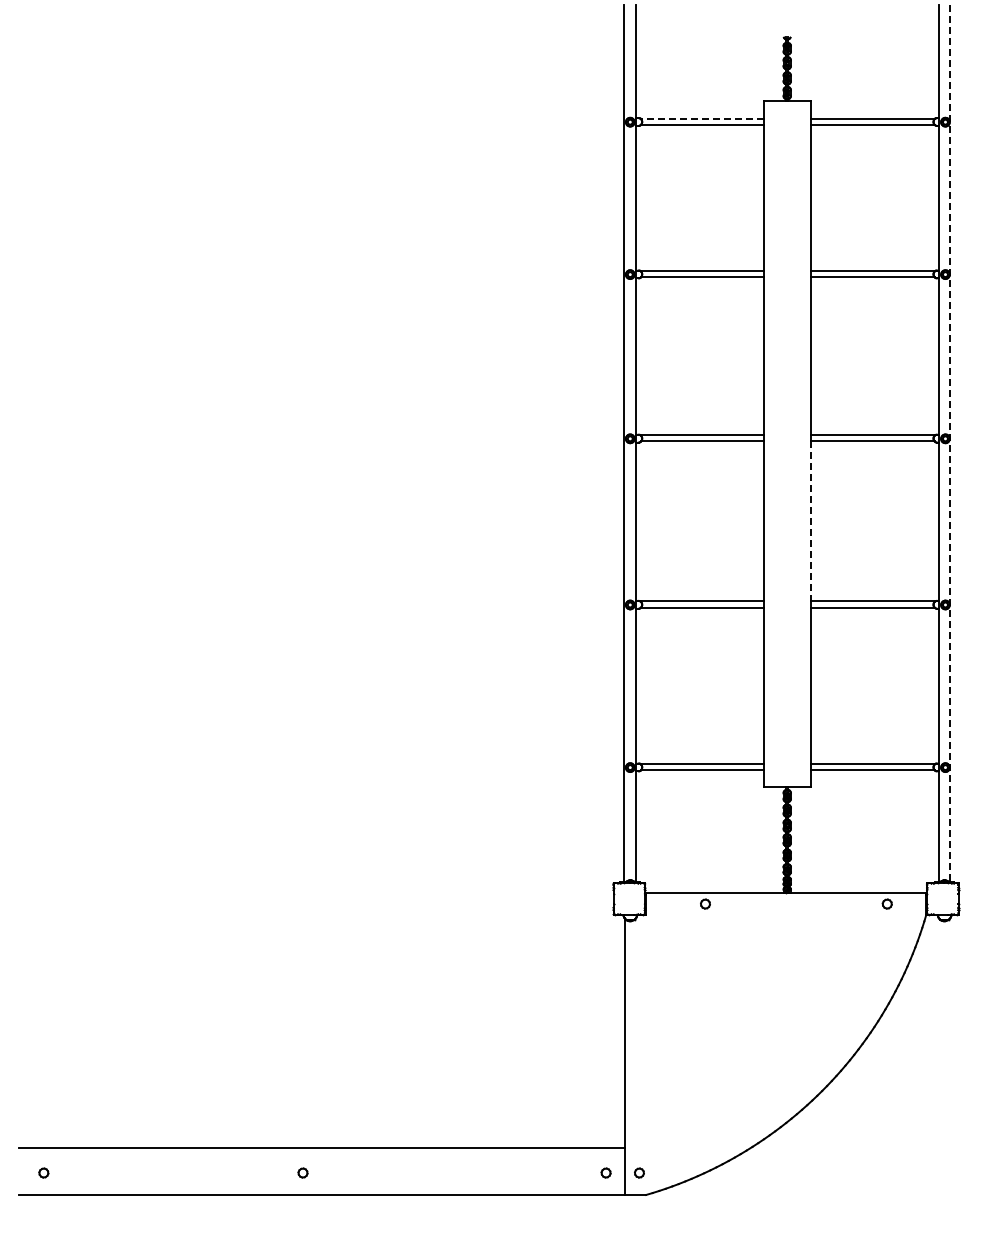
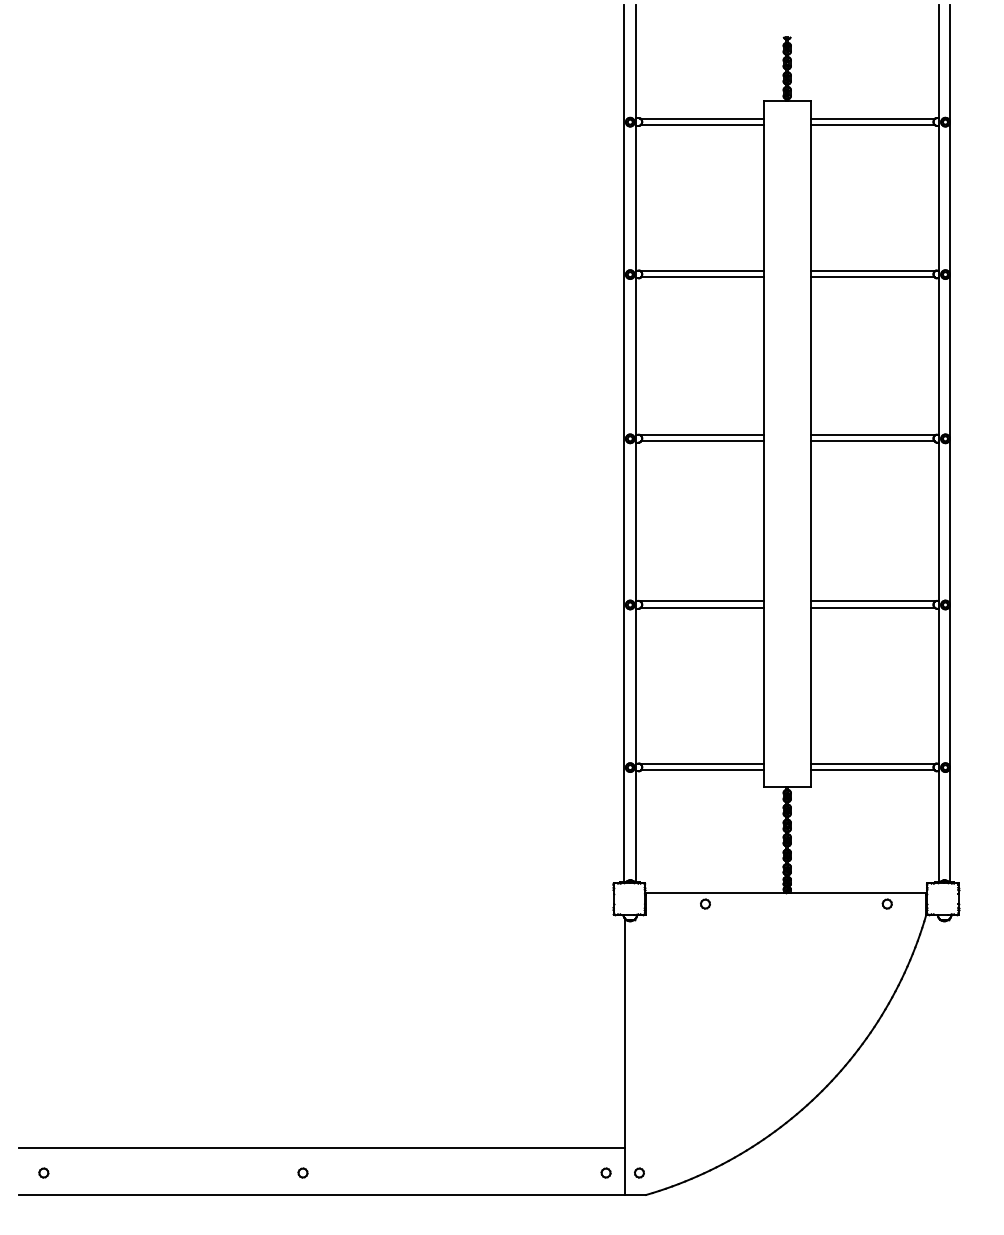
line at (702, 118): dashed -> solid
line at (950, 444): dashed -> solid
line at (810, 521): dashed -> solid
